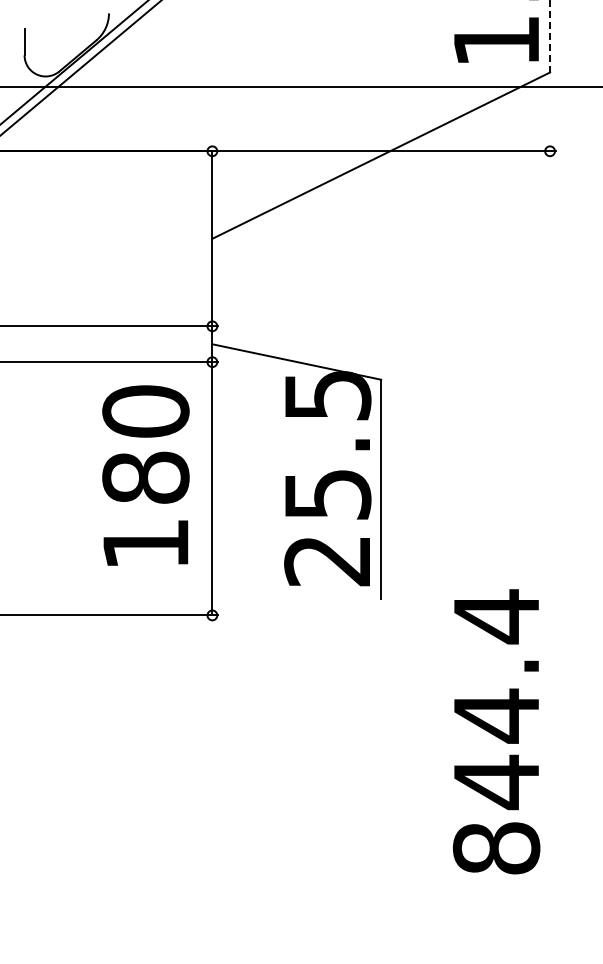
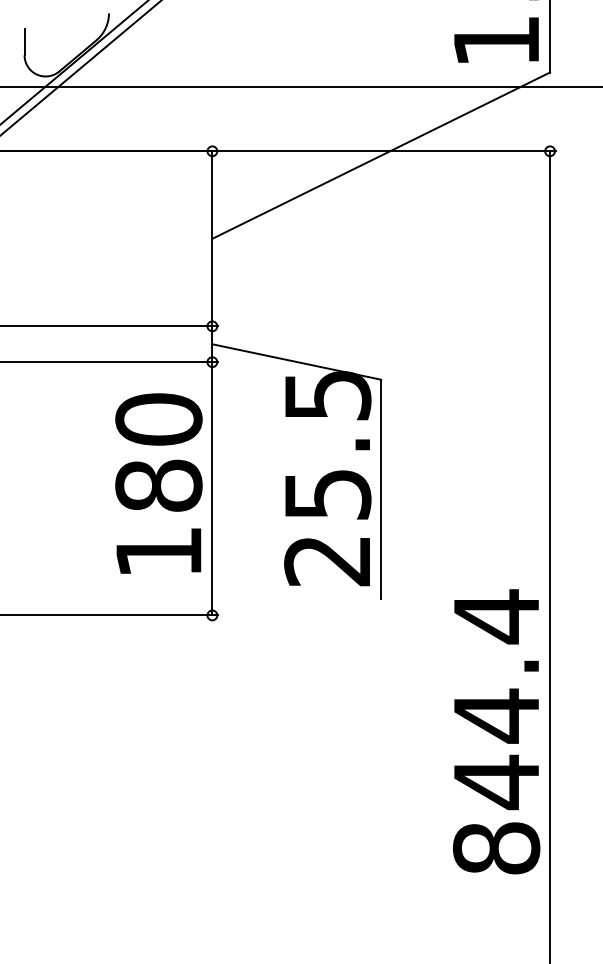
line at (550, 36): dashed -> solid
text at (145, 475) position: (145, 475) -> (158, 483)
line at (550, 555): none -> present
